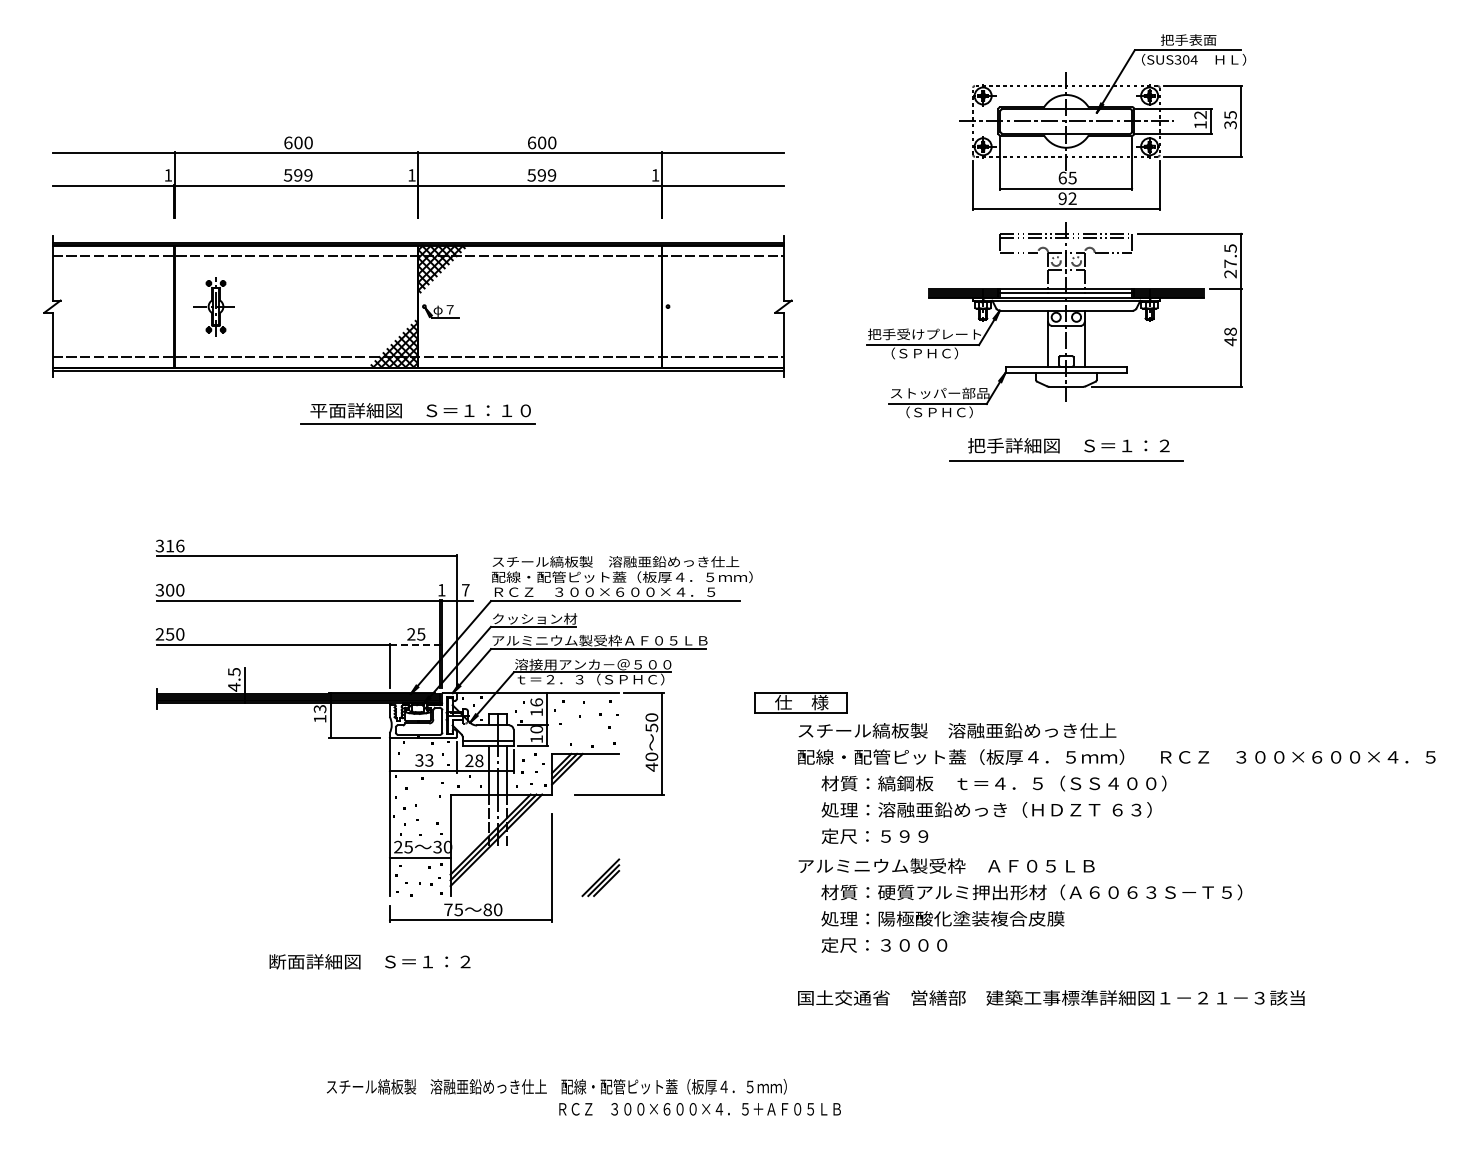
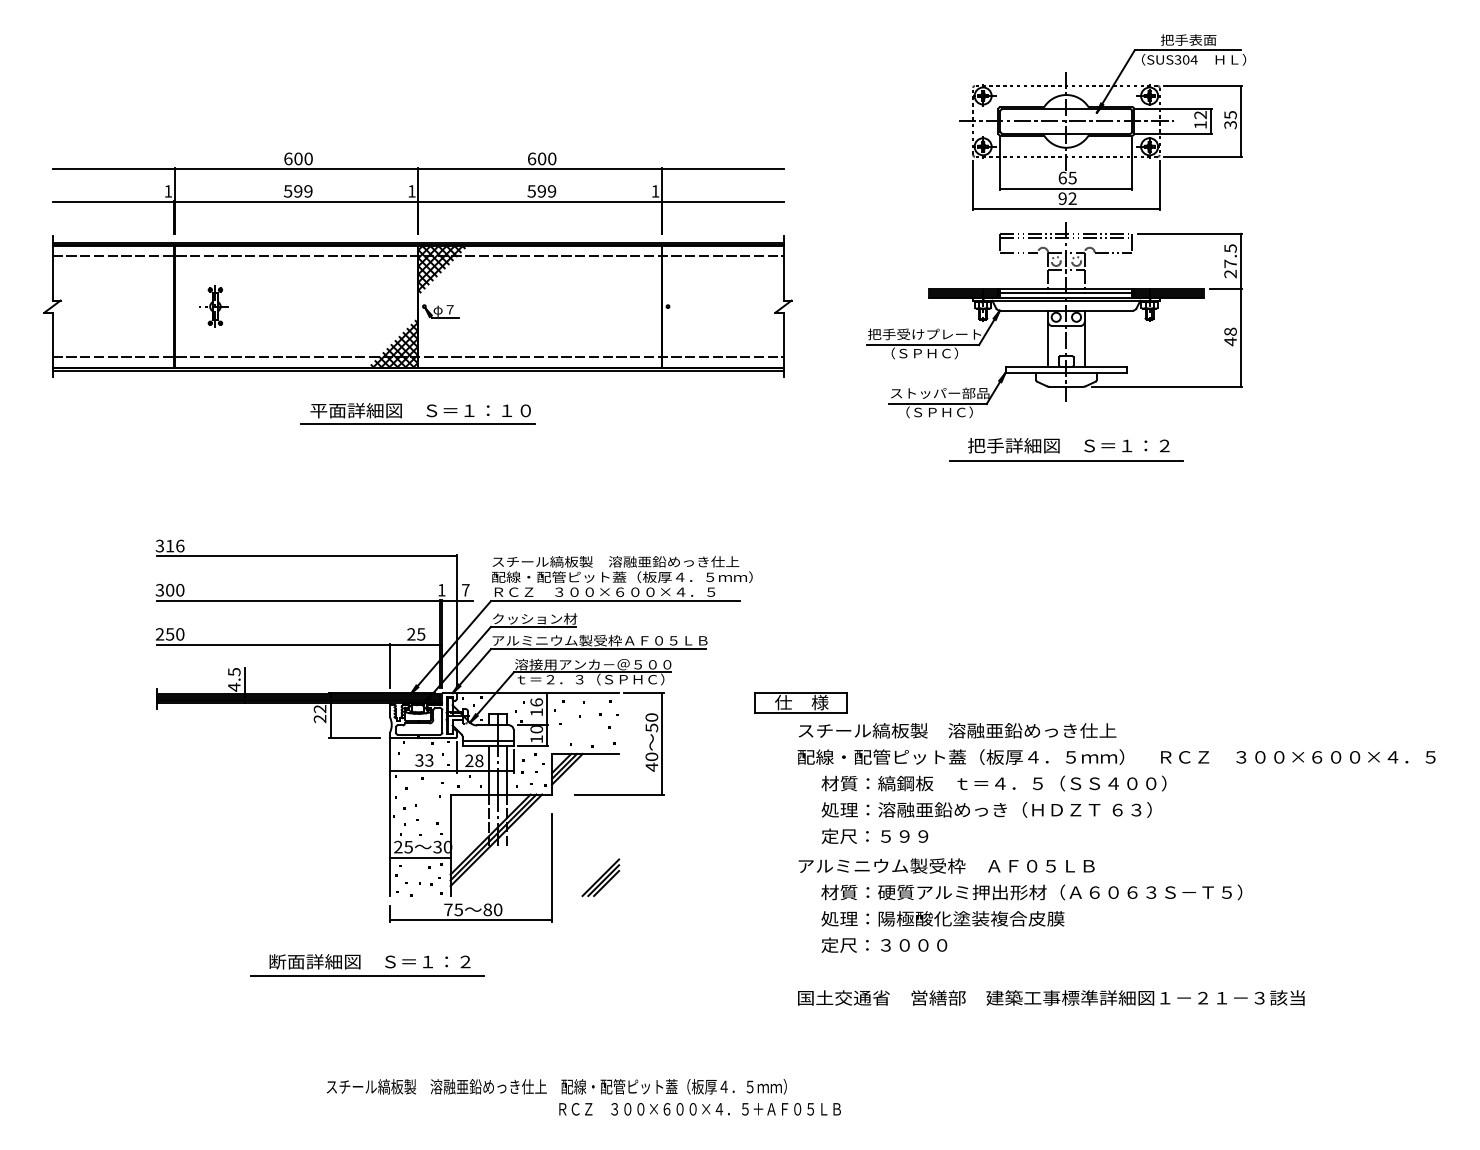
part at (418, 177) position: (418, 177) -> (418, 193)
part at (213, 306) size: 42x60 px -> 30x43 px
line at (415, 644): dashed -> solid
text at (319, 714): 13 -> 22
line at (367, 975): none -> present
